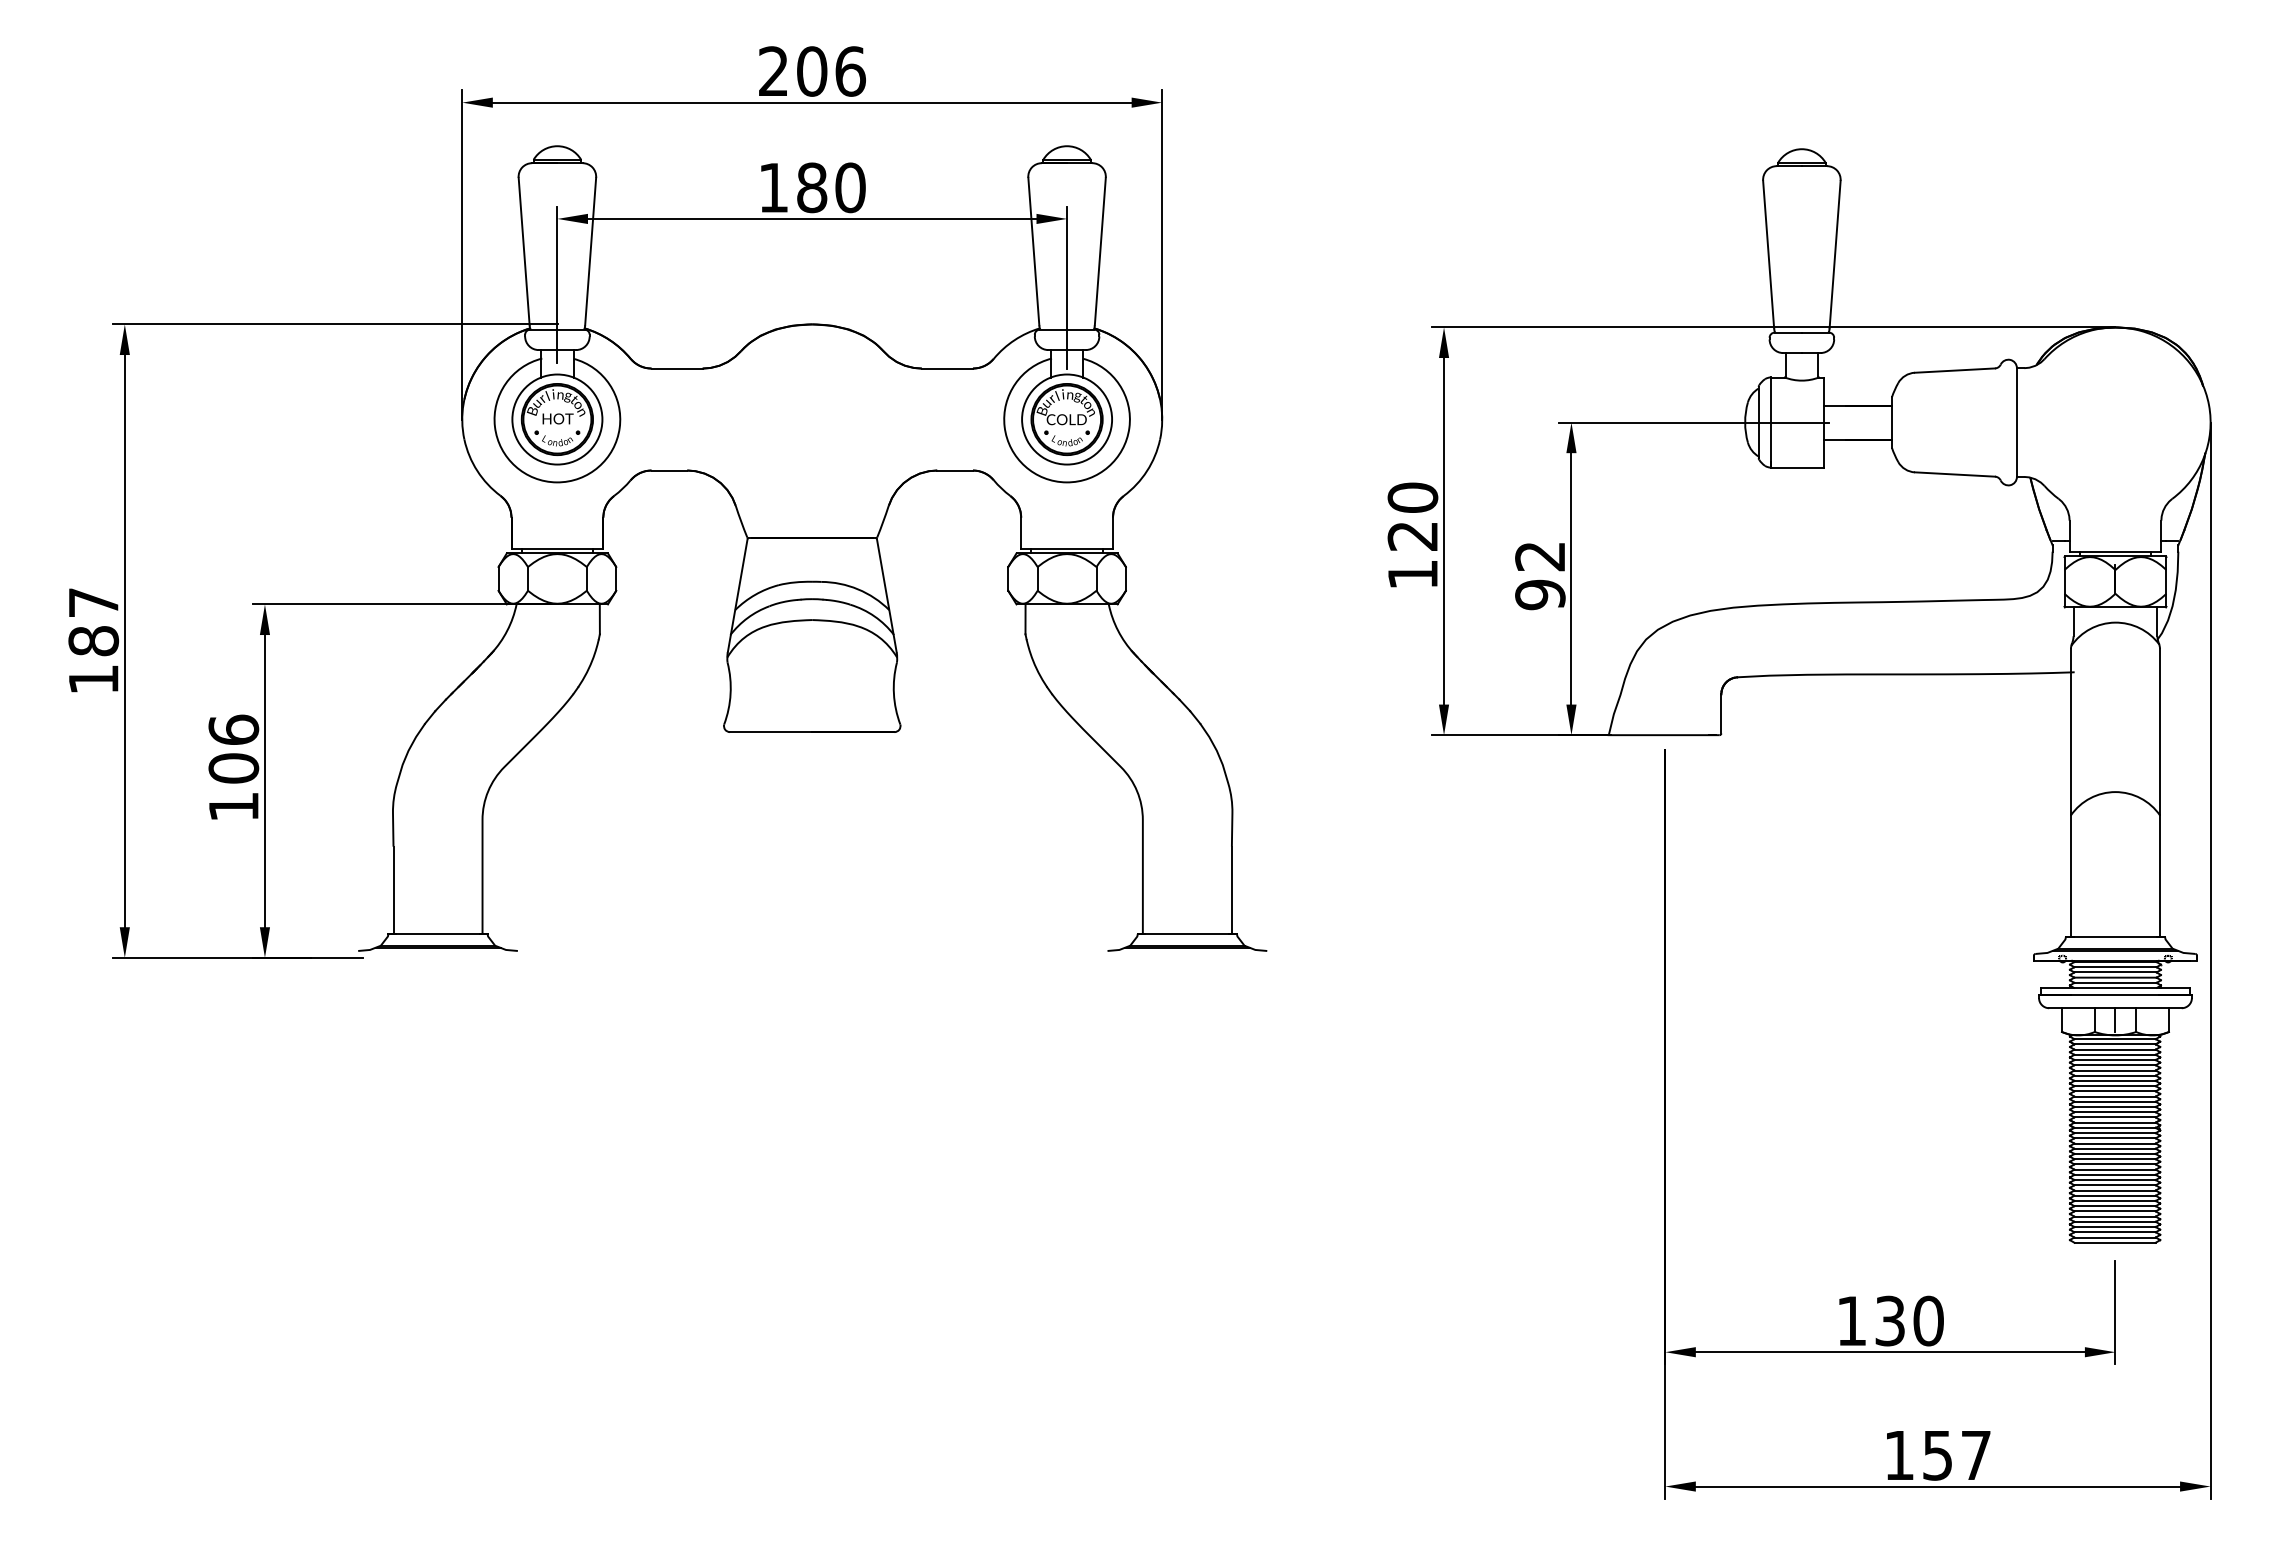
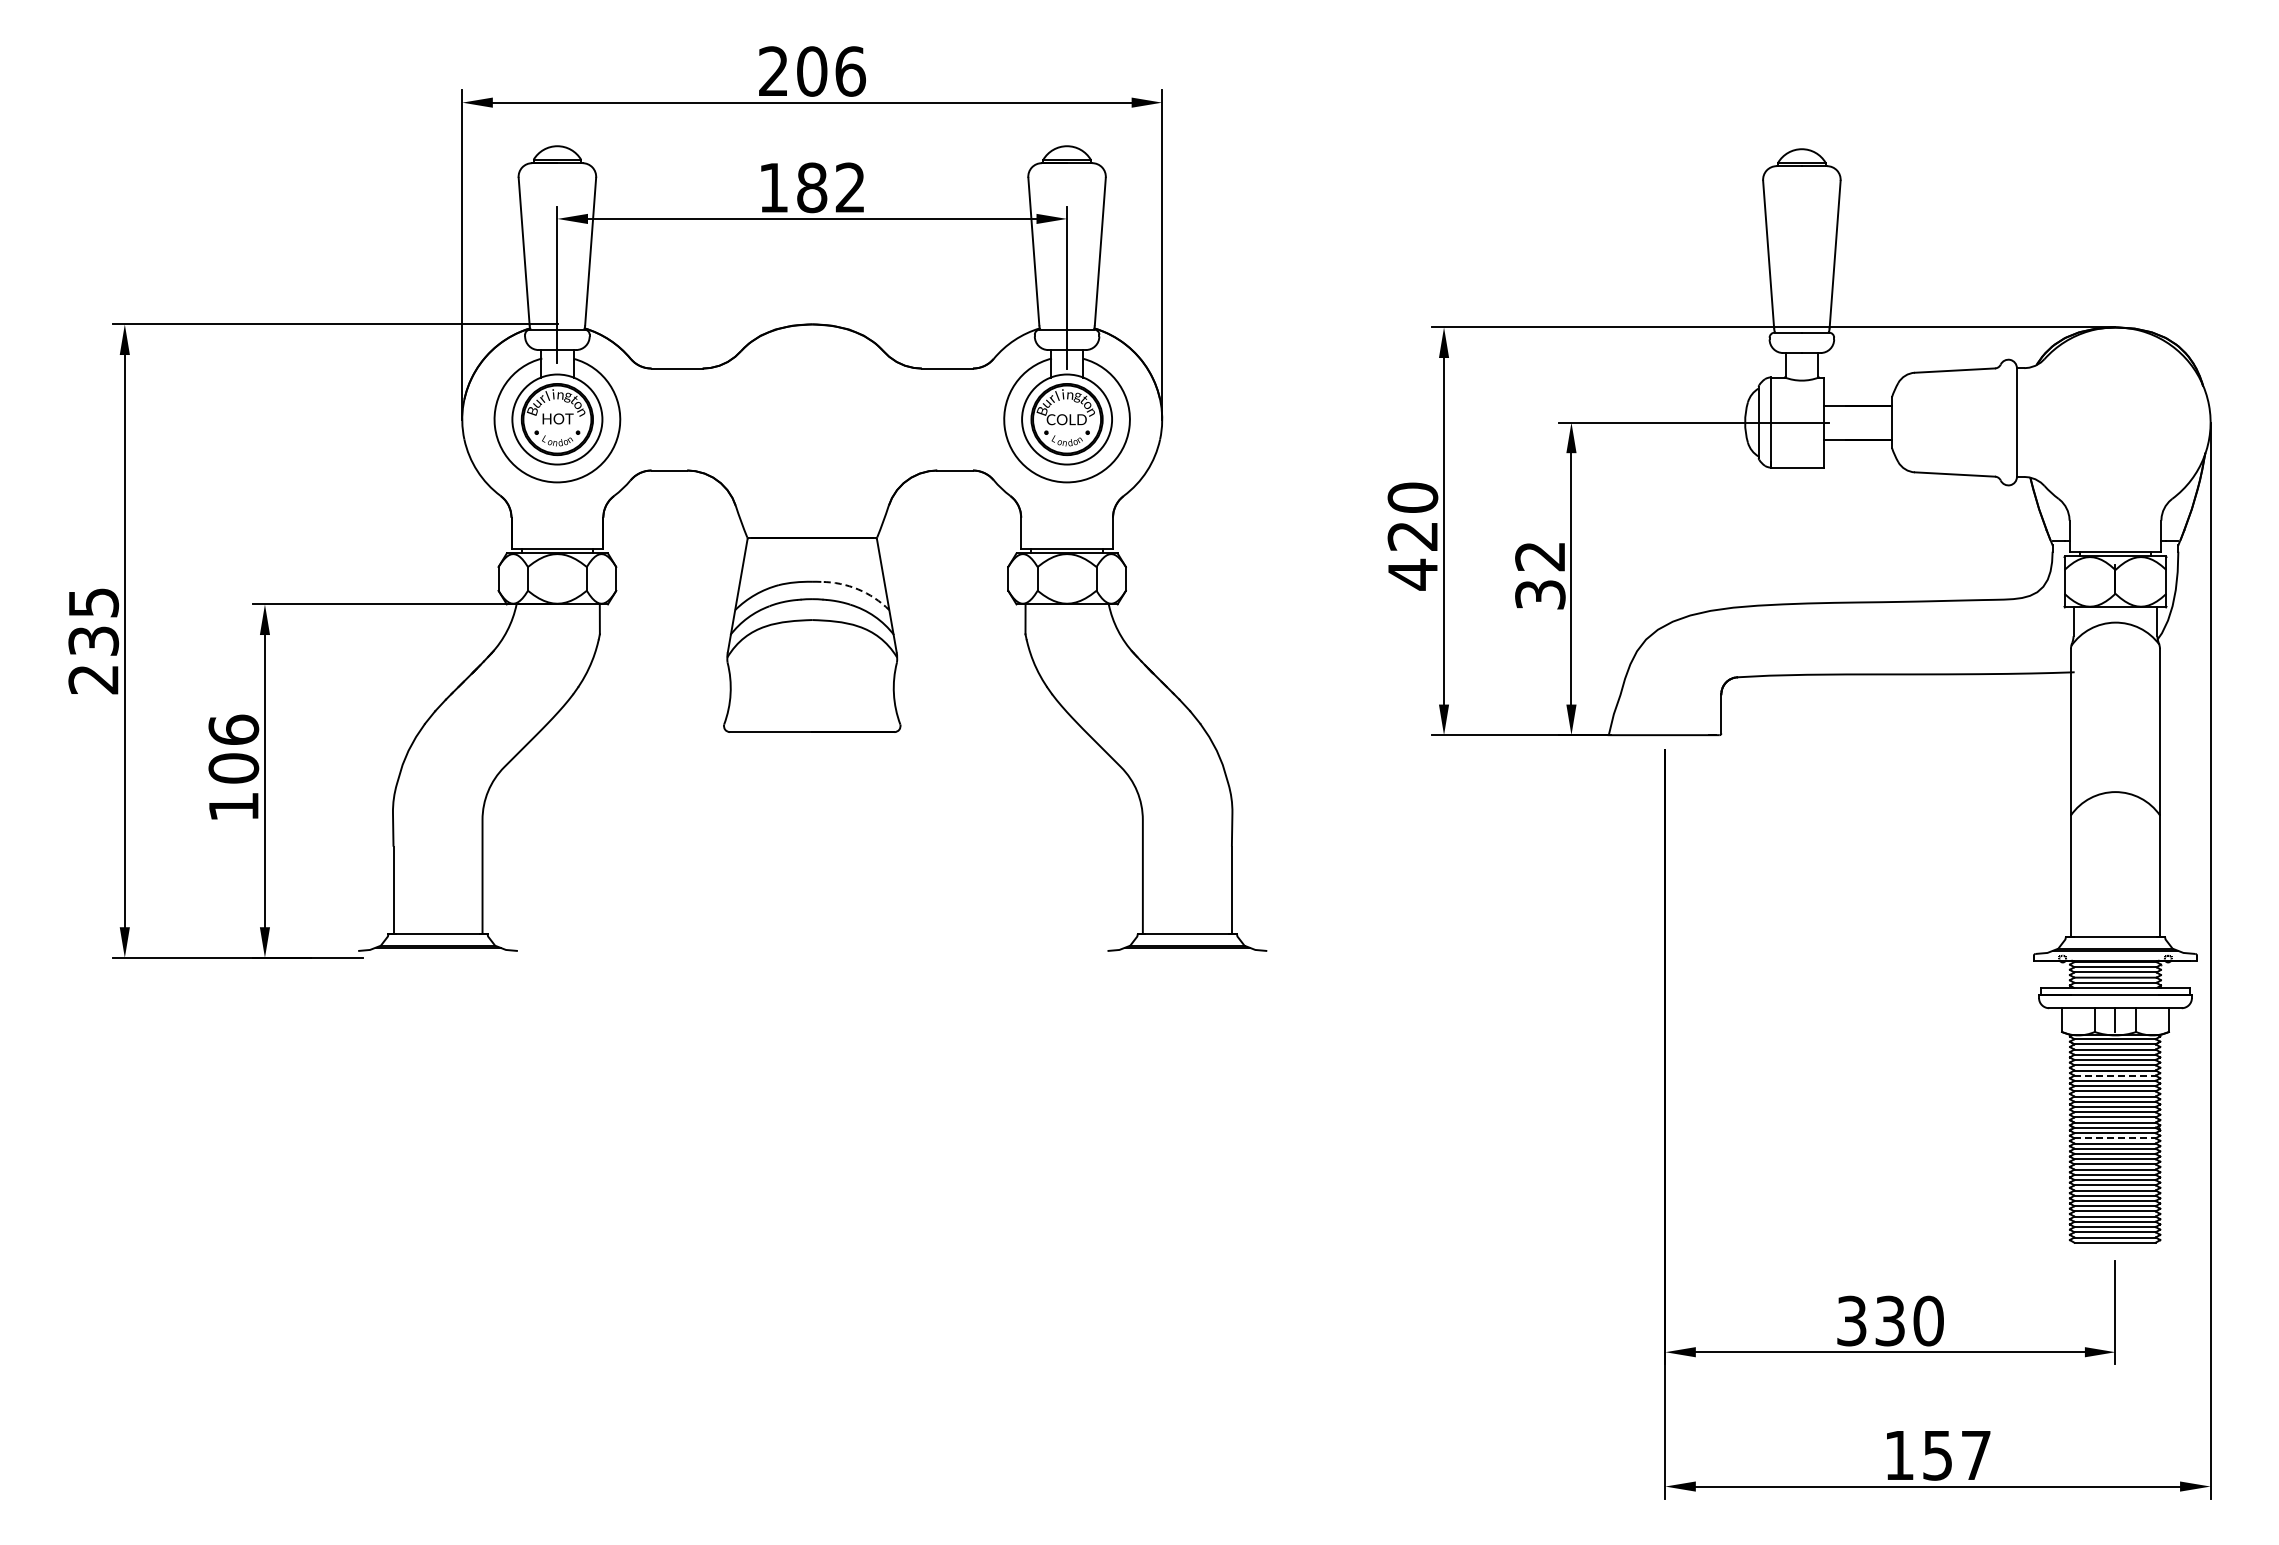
text at (850, 187): 180 -> 182
text at (1412, 574): 120 -> 420
arc at (858, 589): solid -> dashed
text at (1540, 594): 92 -> 32
text at (93, 641): 187 -> 235
line at (2115, 1075): solid -> dashed
line at (2115, 1138): solid -> dashed
text at (1851, 1320): 130 -> 330
